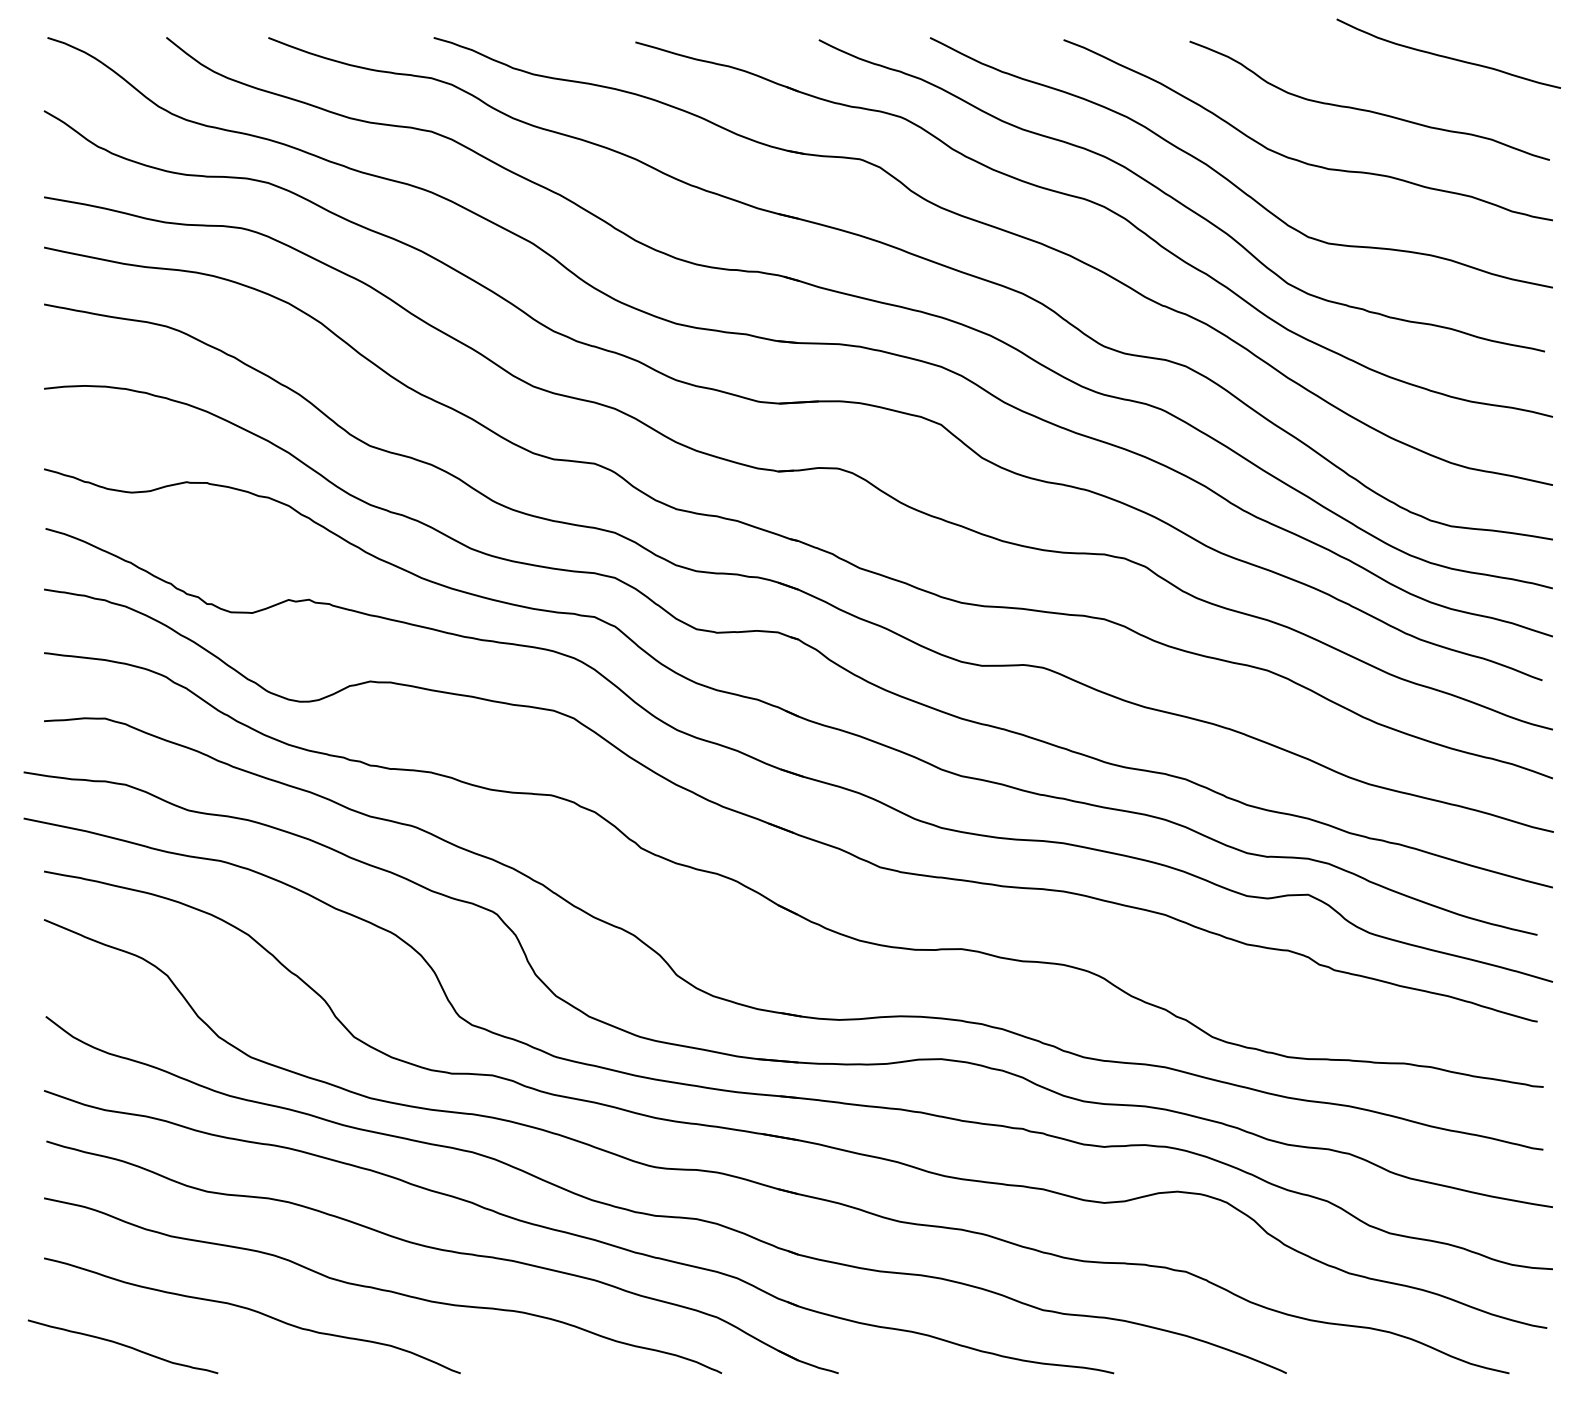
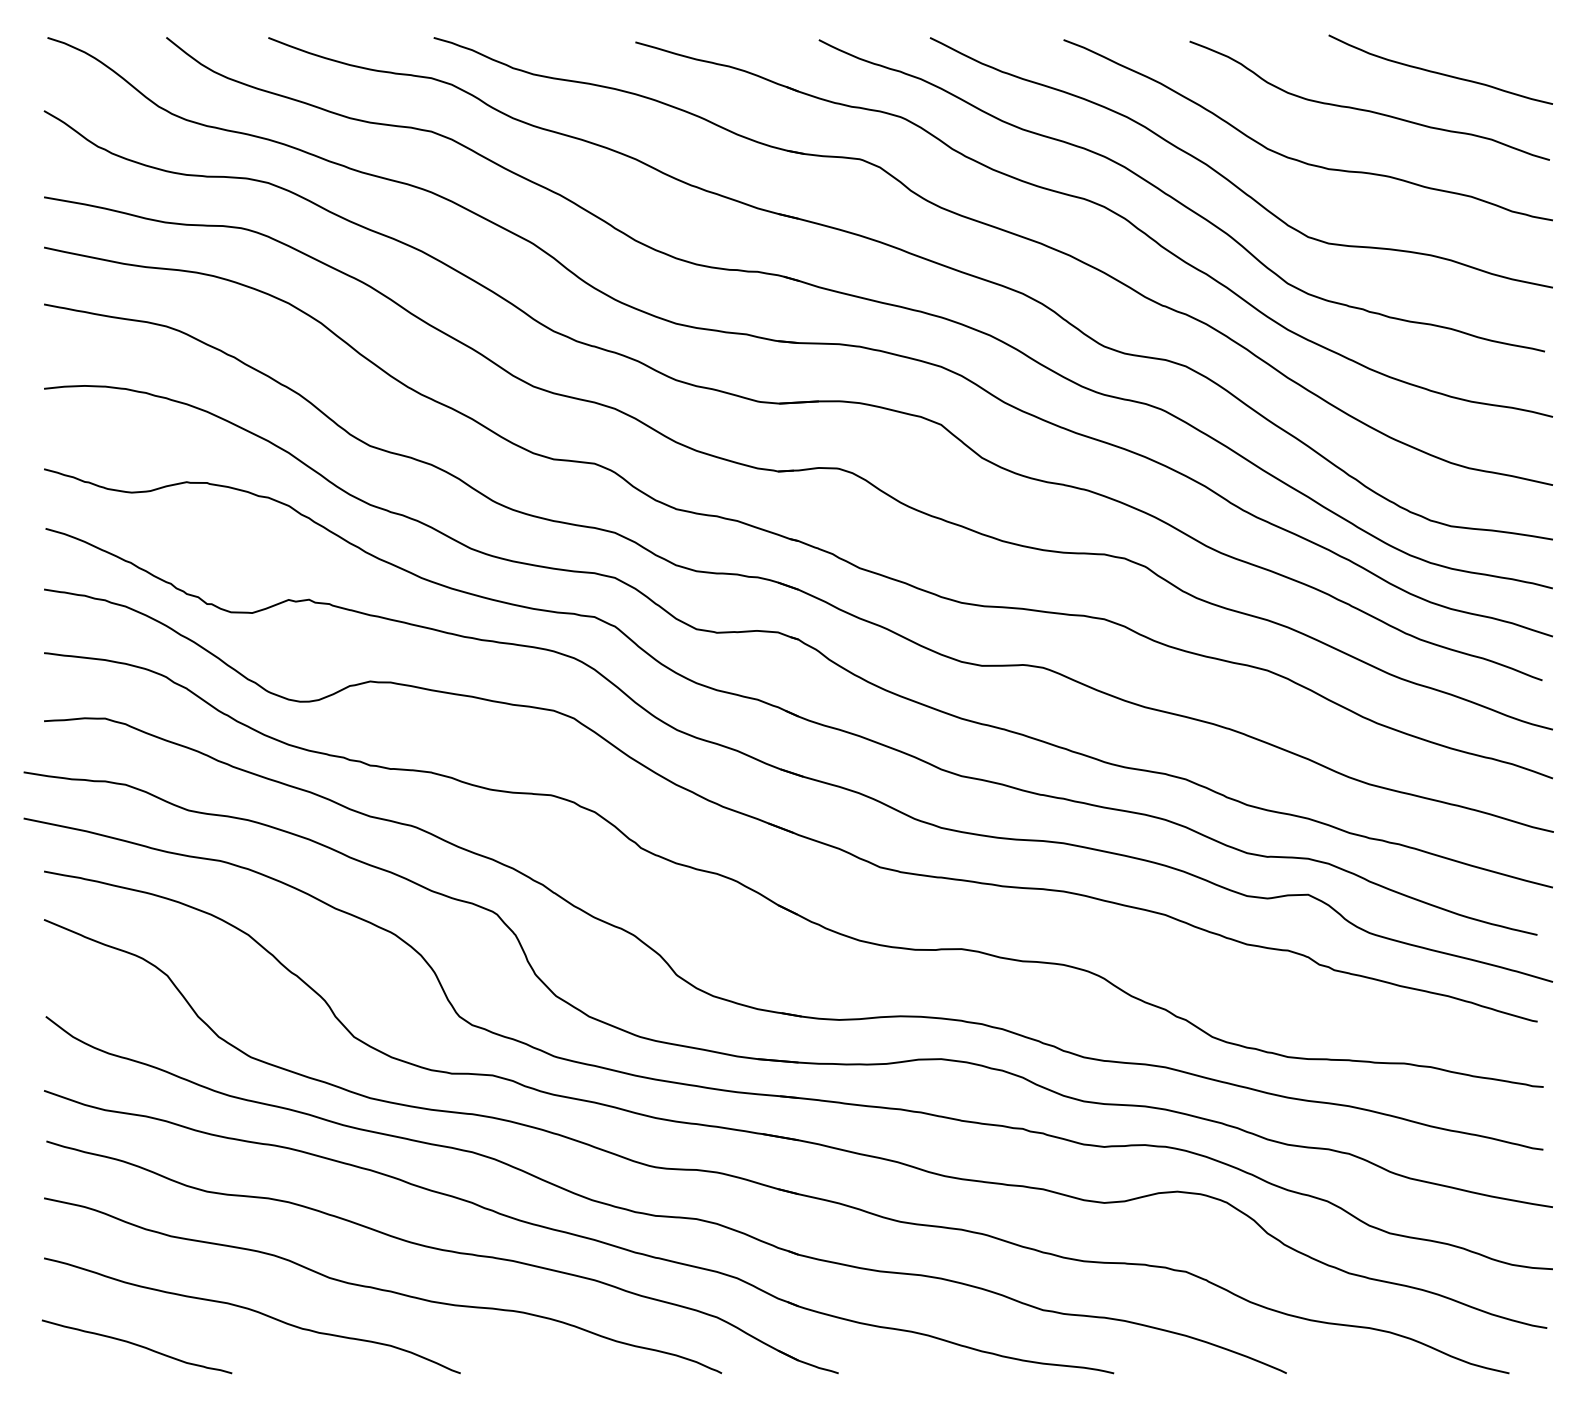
curve at (1448, 56) position: (1448, 56) -> (1440, 72)
curve at (122, 1345) position: (122, 1345) -> (136, 1345)
